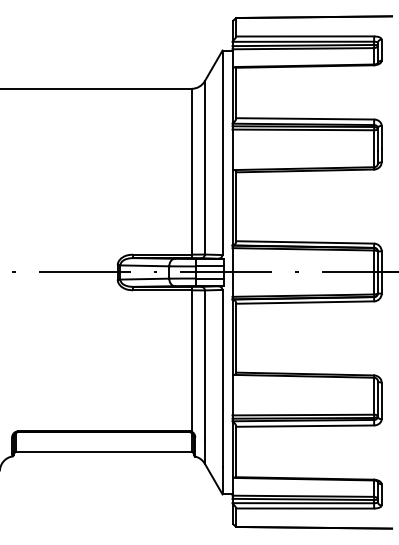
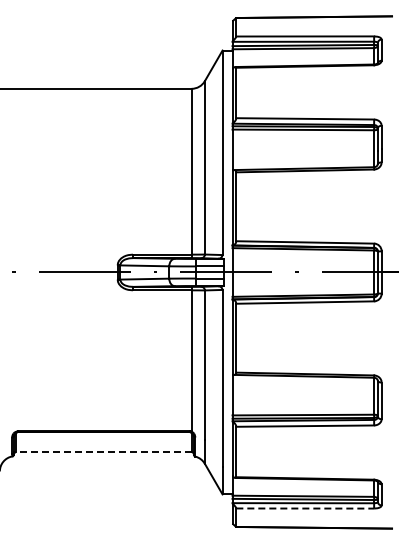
line at (103, 452): solid -> dashed
line at (305, 508): solid -> dashed
